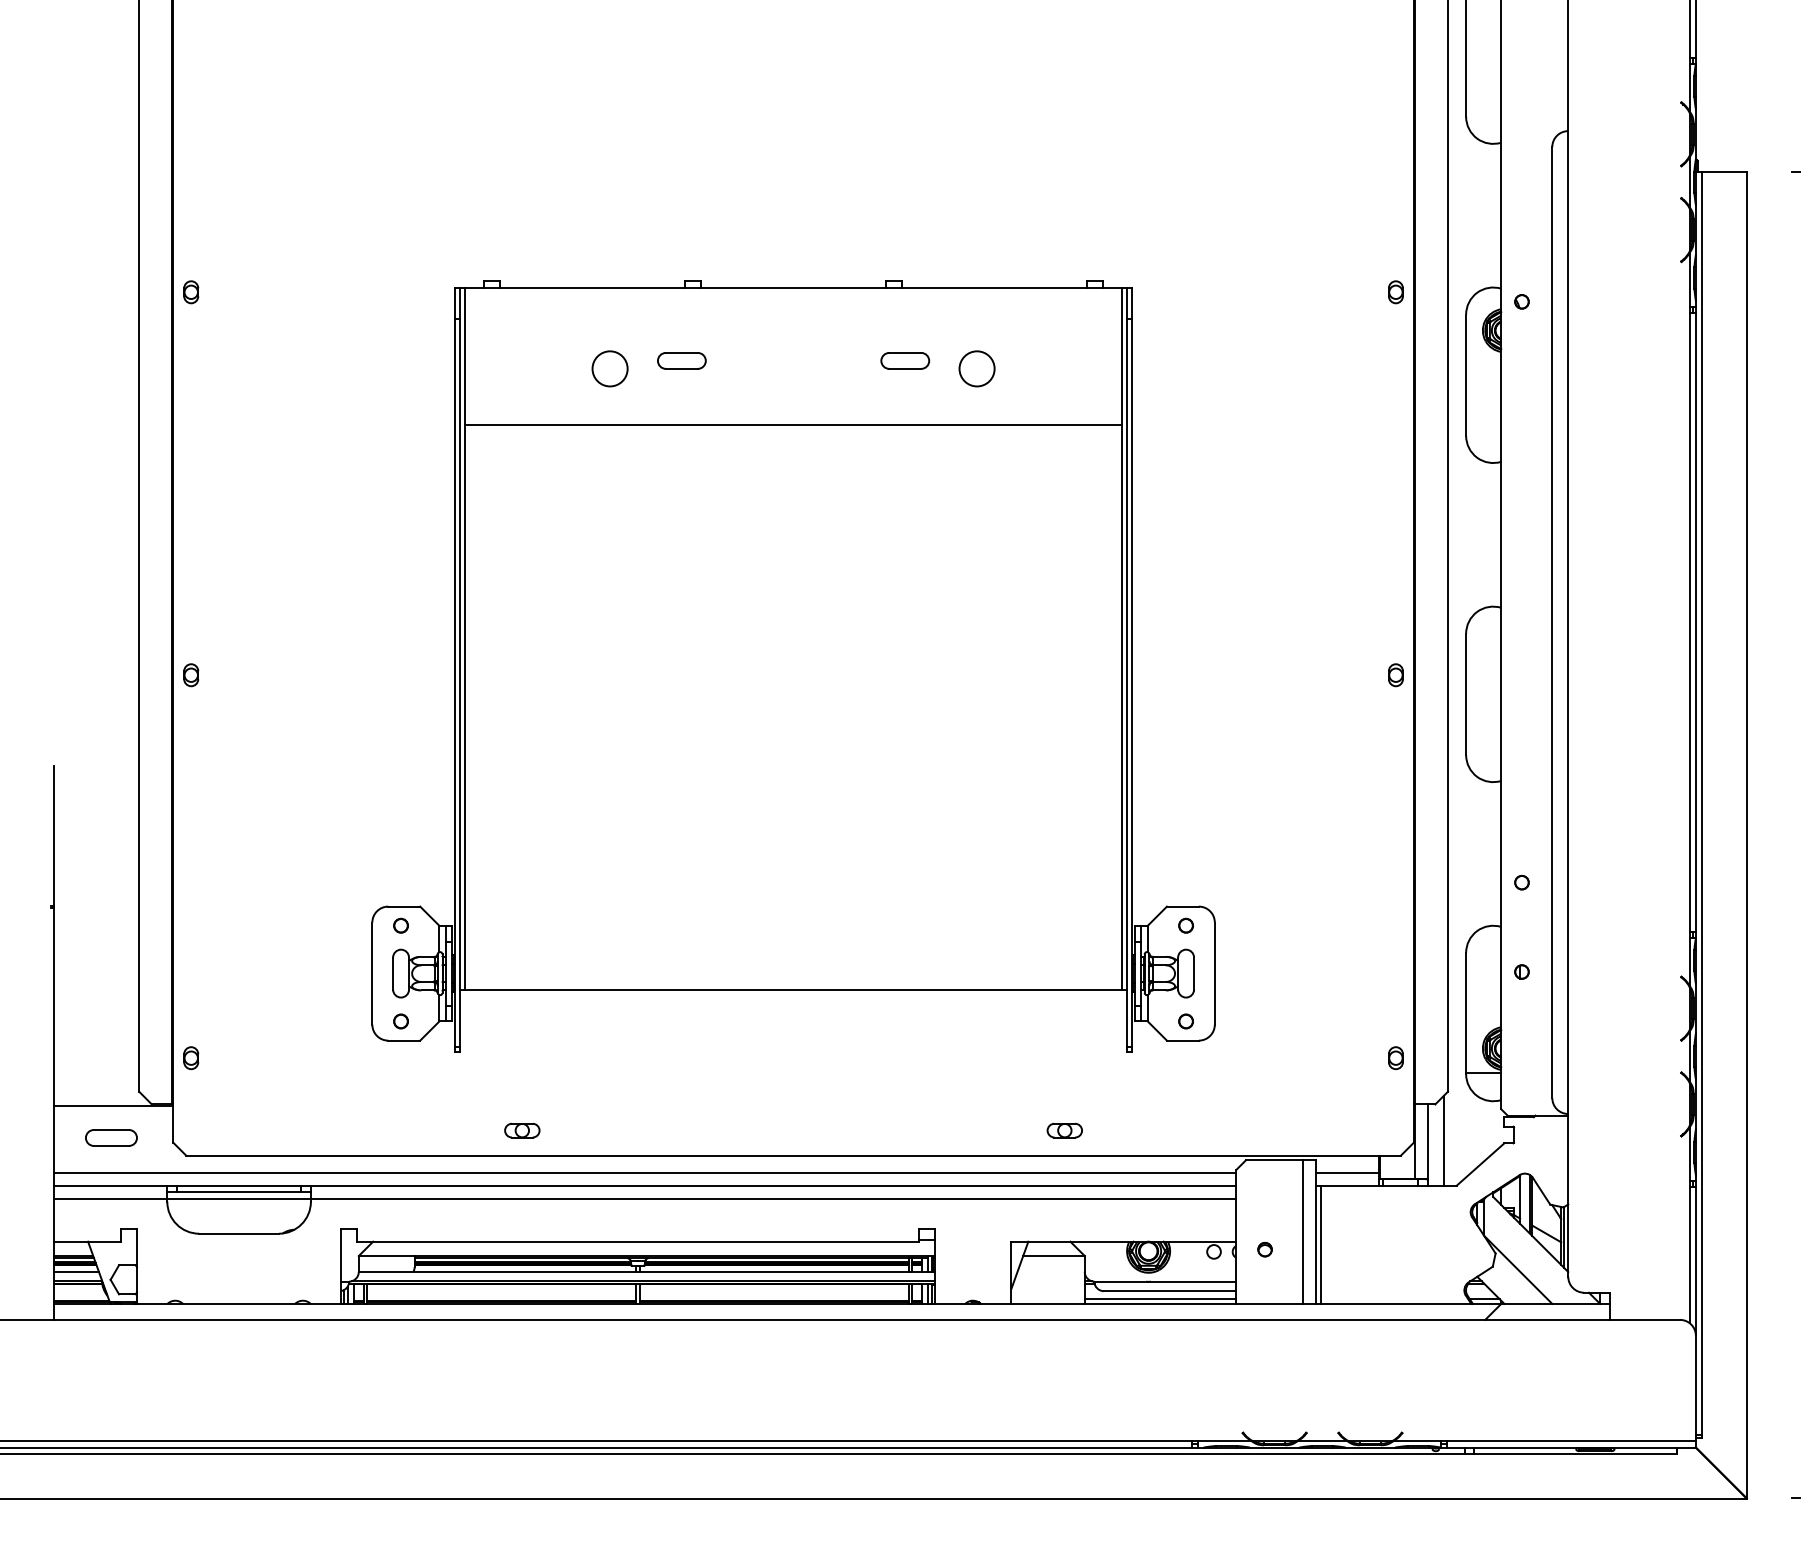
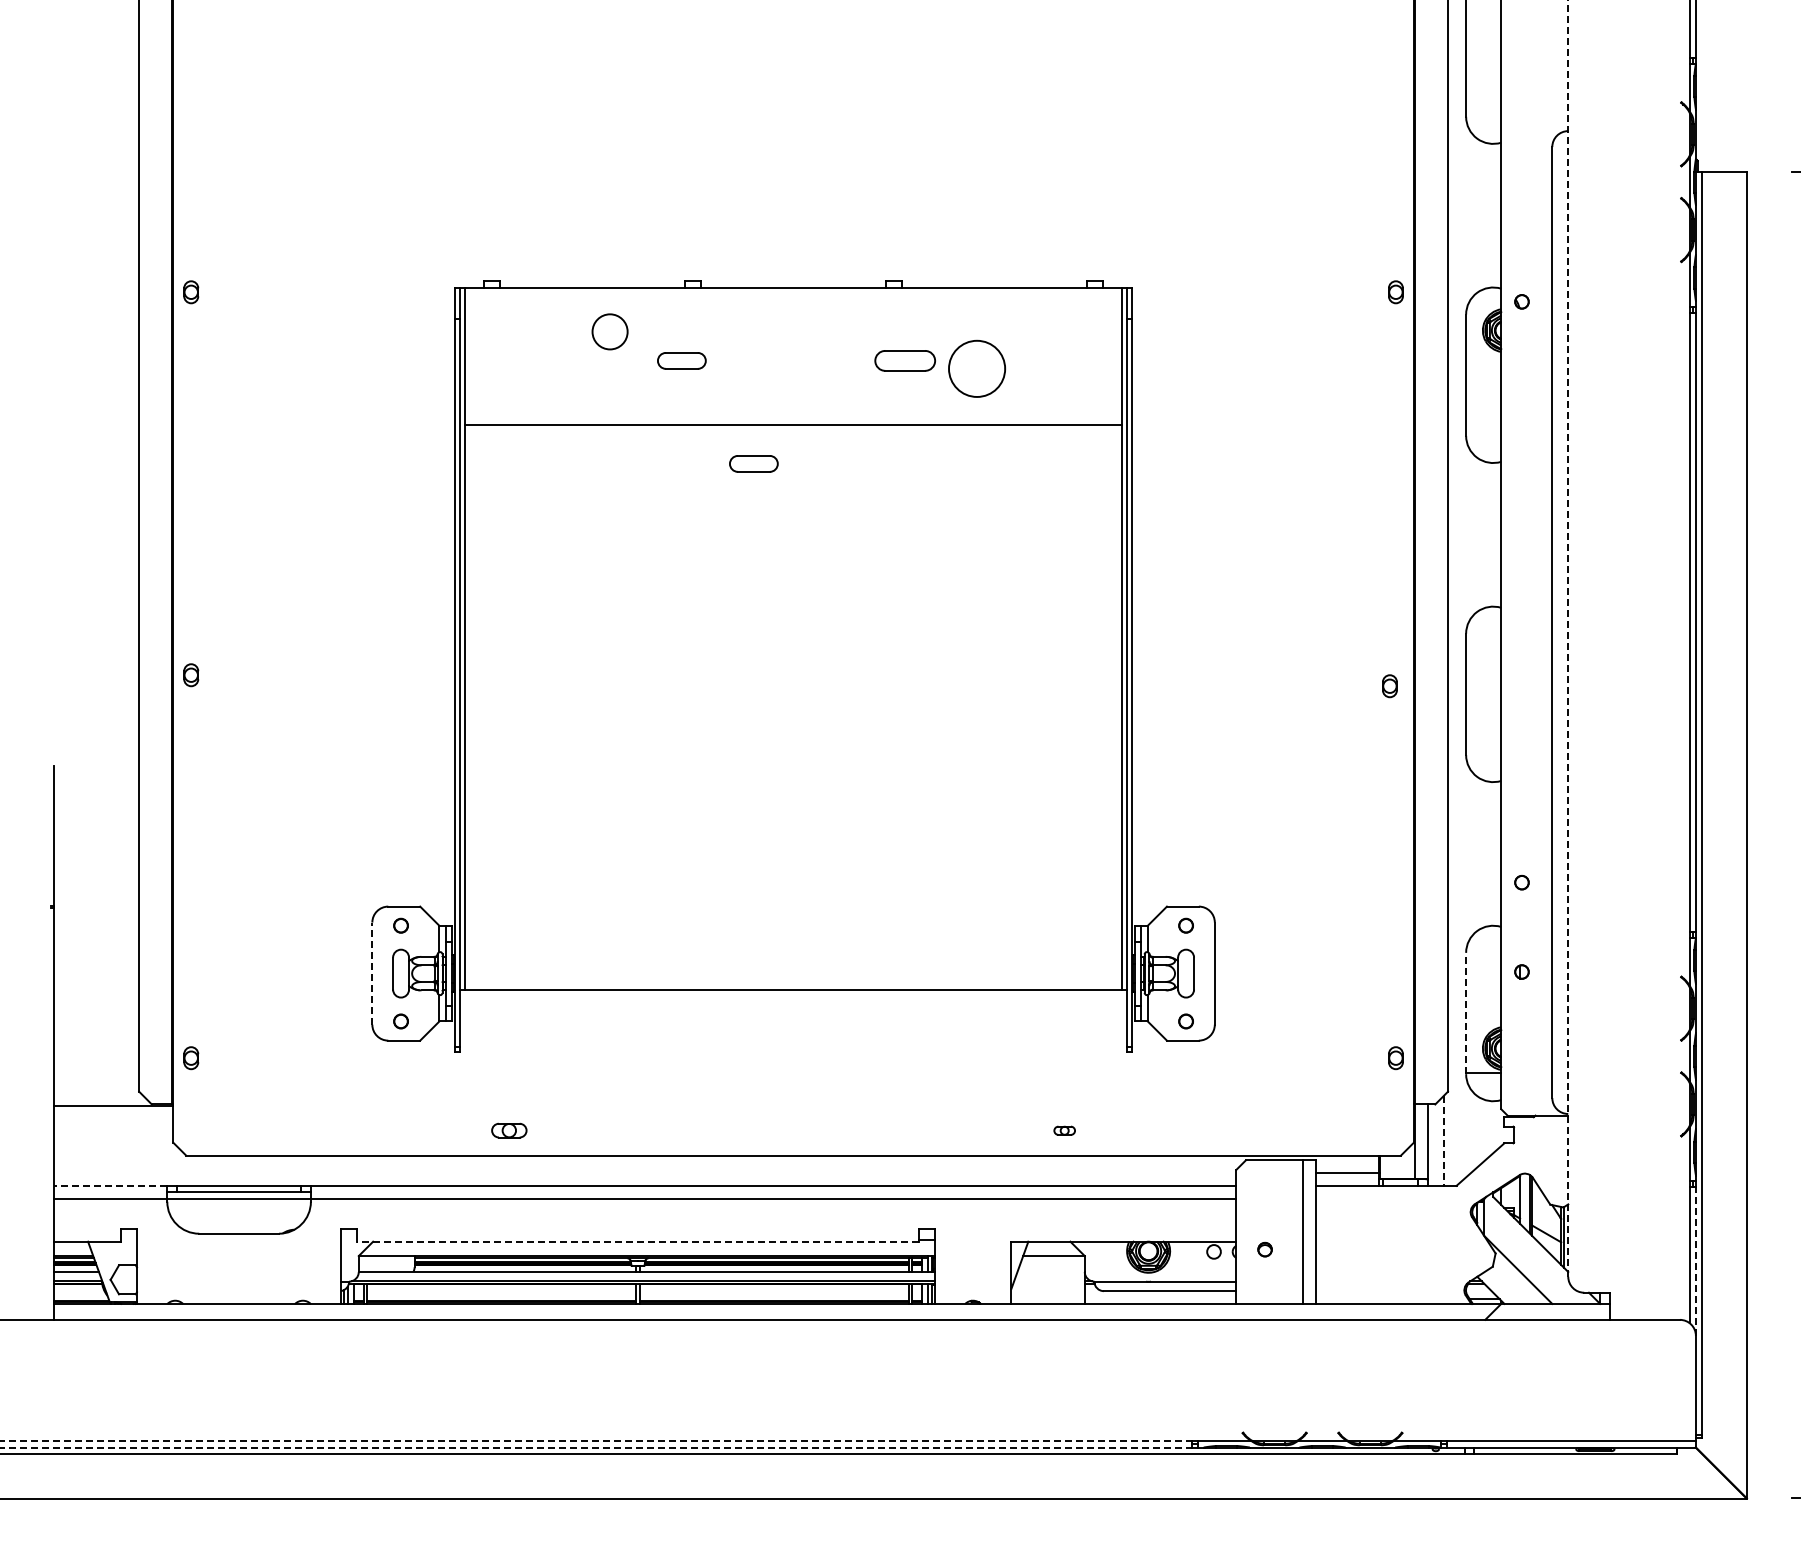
part at (905, 360) size: 51x18 px -> 62x22 px
circle at (609, 368) position: (609, 368) -> (609, 331)
circle at (976, 368) diameter: 35 px -> 56 px
part at (753, 463): none -> present
line at (1568, 638): solid -> dashed
part at (1395, 675) position: (1395, 675) -> (1389, 686)
line at (372, 973): solid -> dashed
line at (1466, 1013): solid -> dashed
part at (522, 1130) position: (522, 1130) -> (509, 1130)
part at (1064, 1130) size: 37x16 px -> 23x11 px
part at (111, 1137): present -> none
line at (1443, 1140): solid -> dashed
line at (645, 1173): present -> none
line at (110, 1185): solid -> dashed
line at (638, 1241): solid -> dashed
line at (1320, 1244): present -> none
line at (1695, 1261): solid -> dashed
line at (1160, 1299): present -> none
line at (596, 1441): solid -> dashed
line at (596, 1447): solid -> dashed
